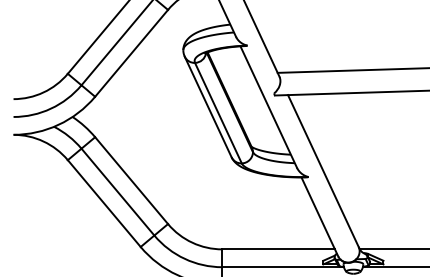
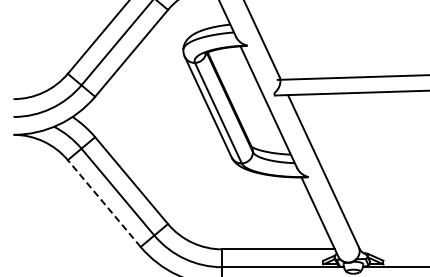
line at (351, 70) position: (351, 70) -> (351, 77)
line at (104, 203): solid -> dashed
line at (392, 249): present -> none
